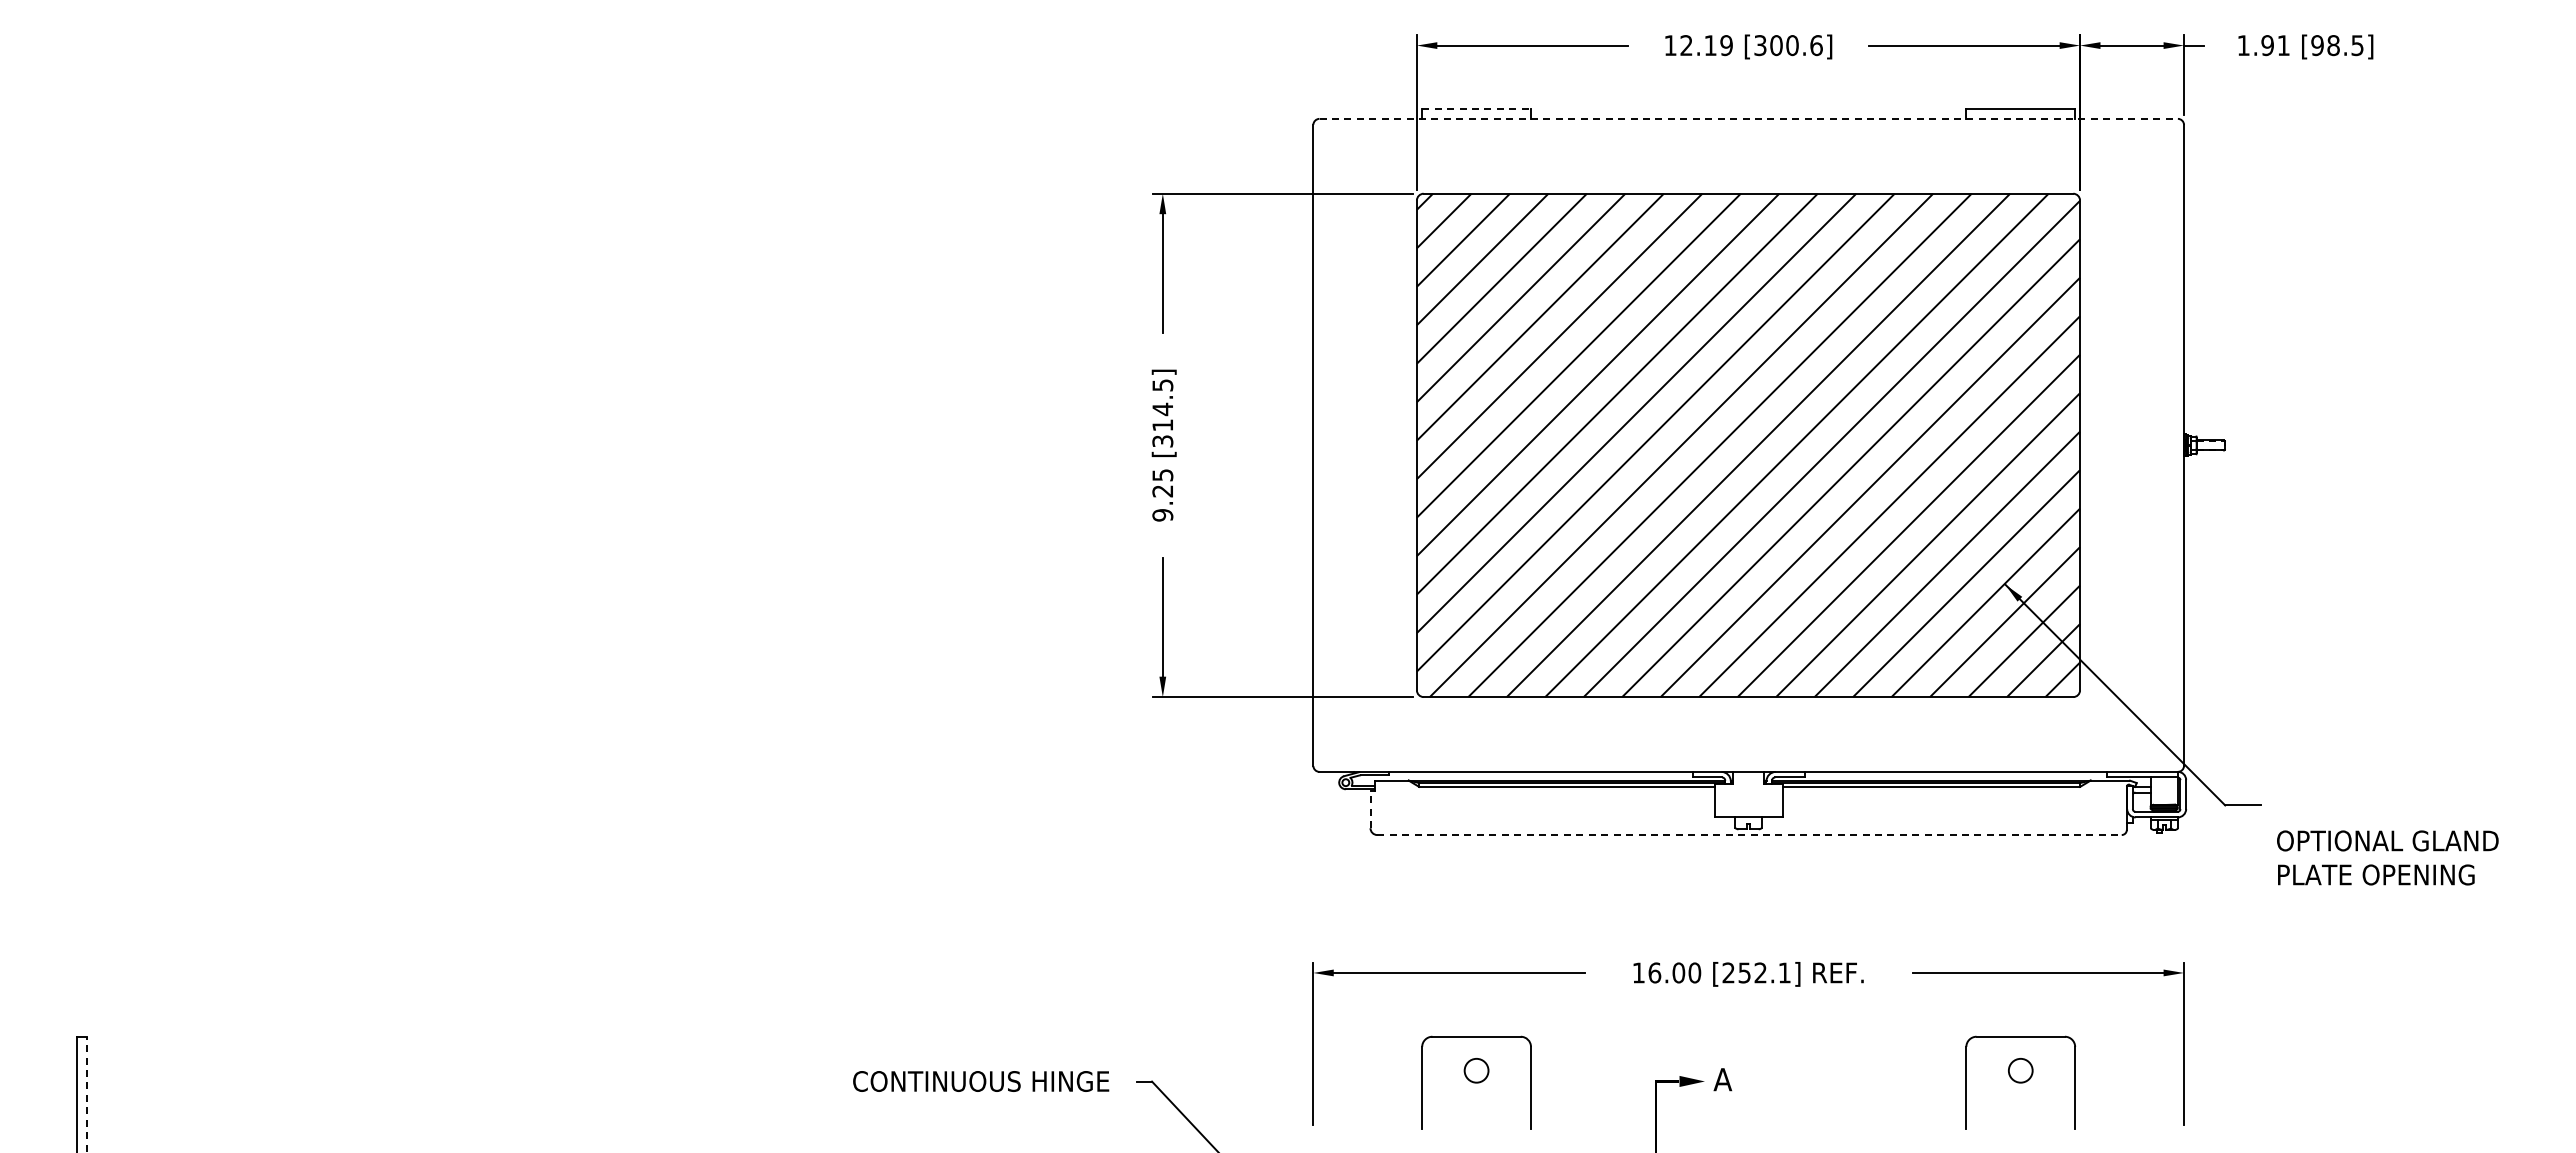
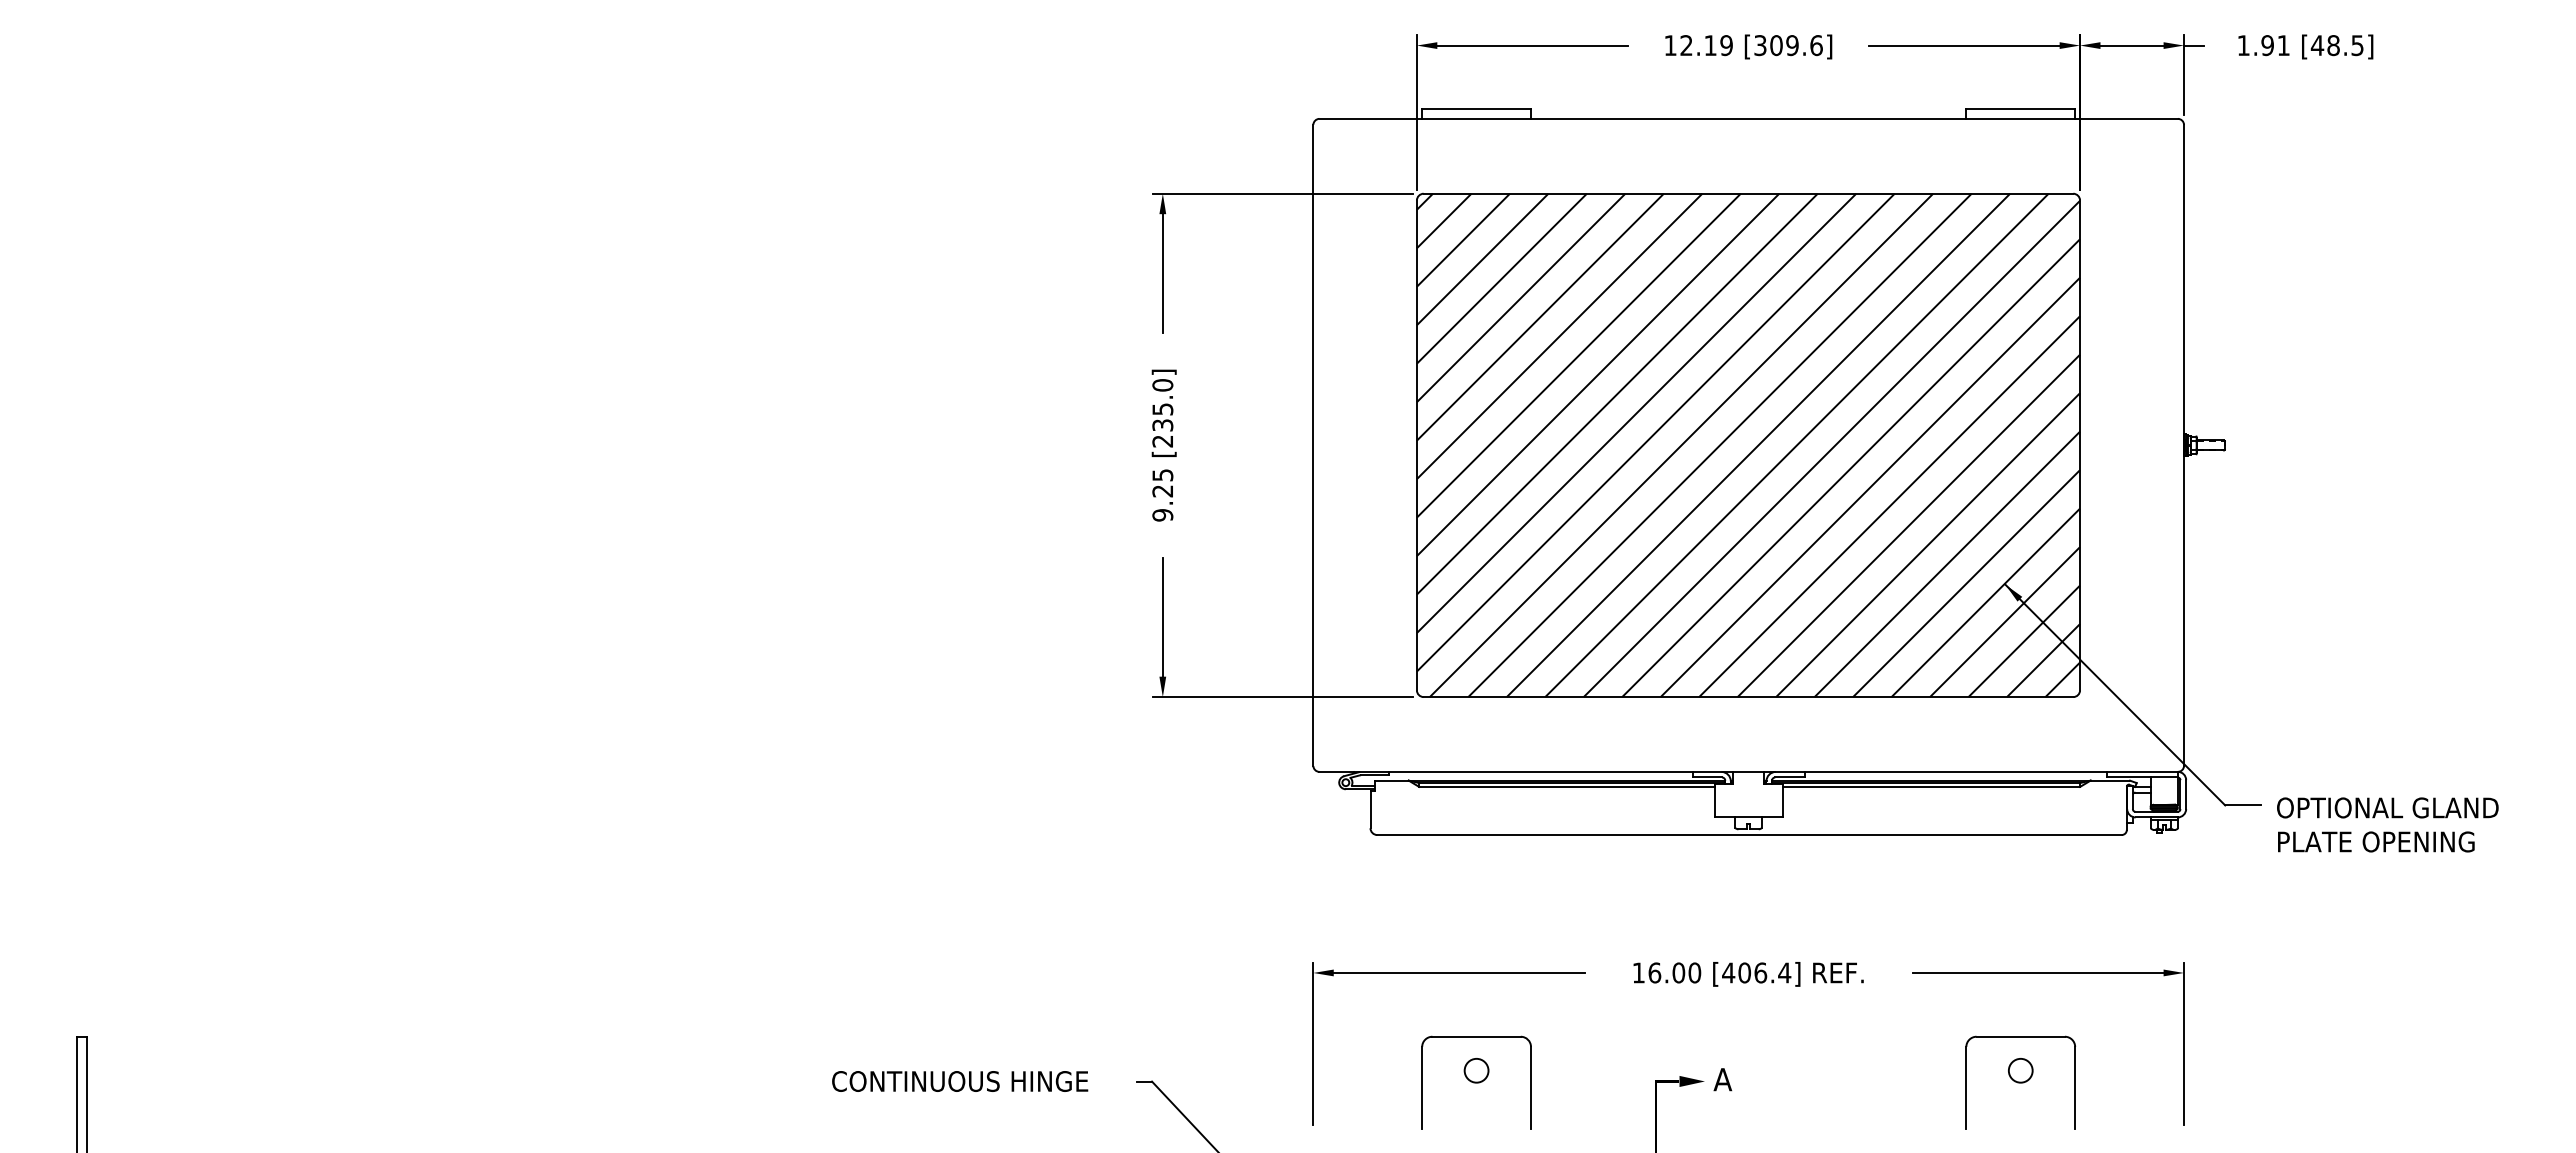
text at (1792, 45): [300.6] -> [309.6]
text at (2317, 45): [98.5] -> [48.5]
line at (1477, 109): dashed -> solid
line at (1749, 118): dashed -> solid
text at (1162, 413): [314.5] -> [235.0]
line at (1370, 809): dashed -> solid
line at (1750, 835): dashed -> solid
text at (2387, 857) position: (2387, 857) -> (2387, 824)
text at (1756, 972): [252.1] -> [406.4]
text at (981, 1081) position: (981, 1081) -> (960, 1081)
line at (87, 1094): dashed -> solid
